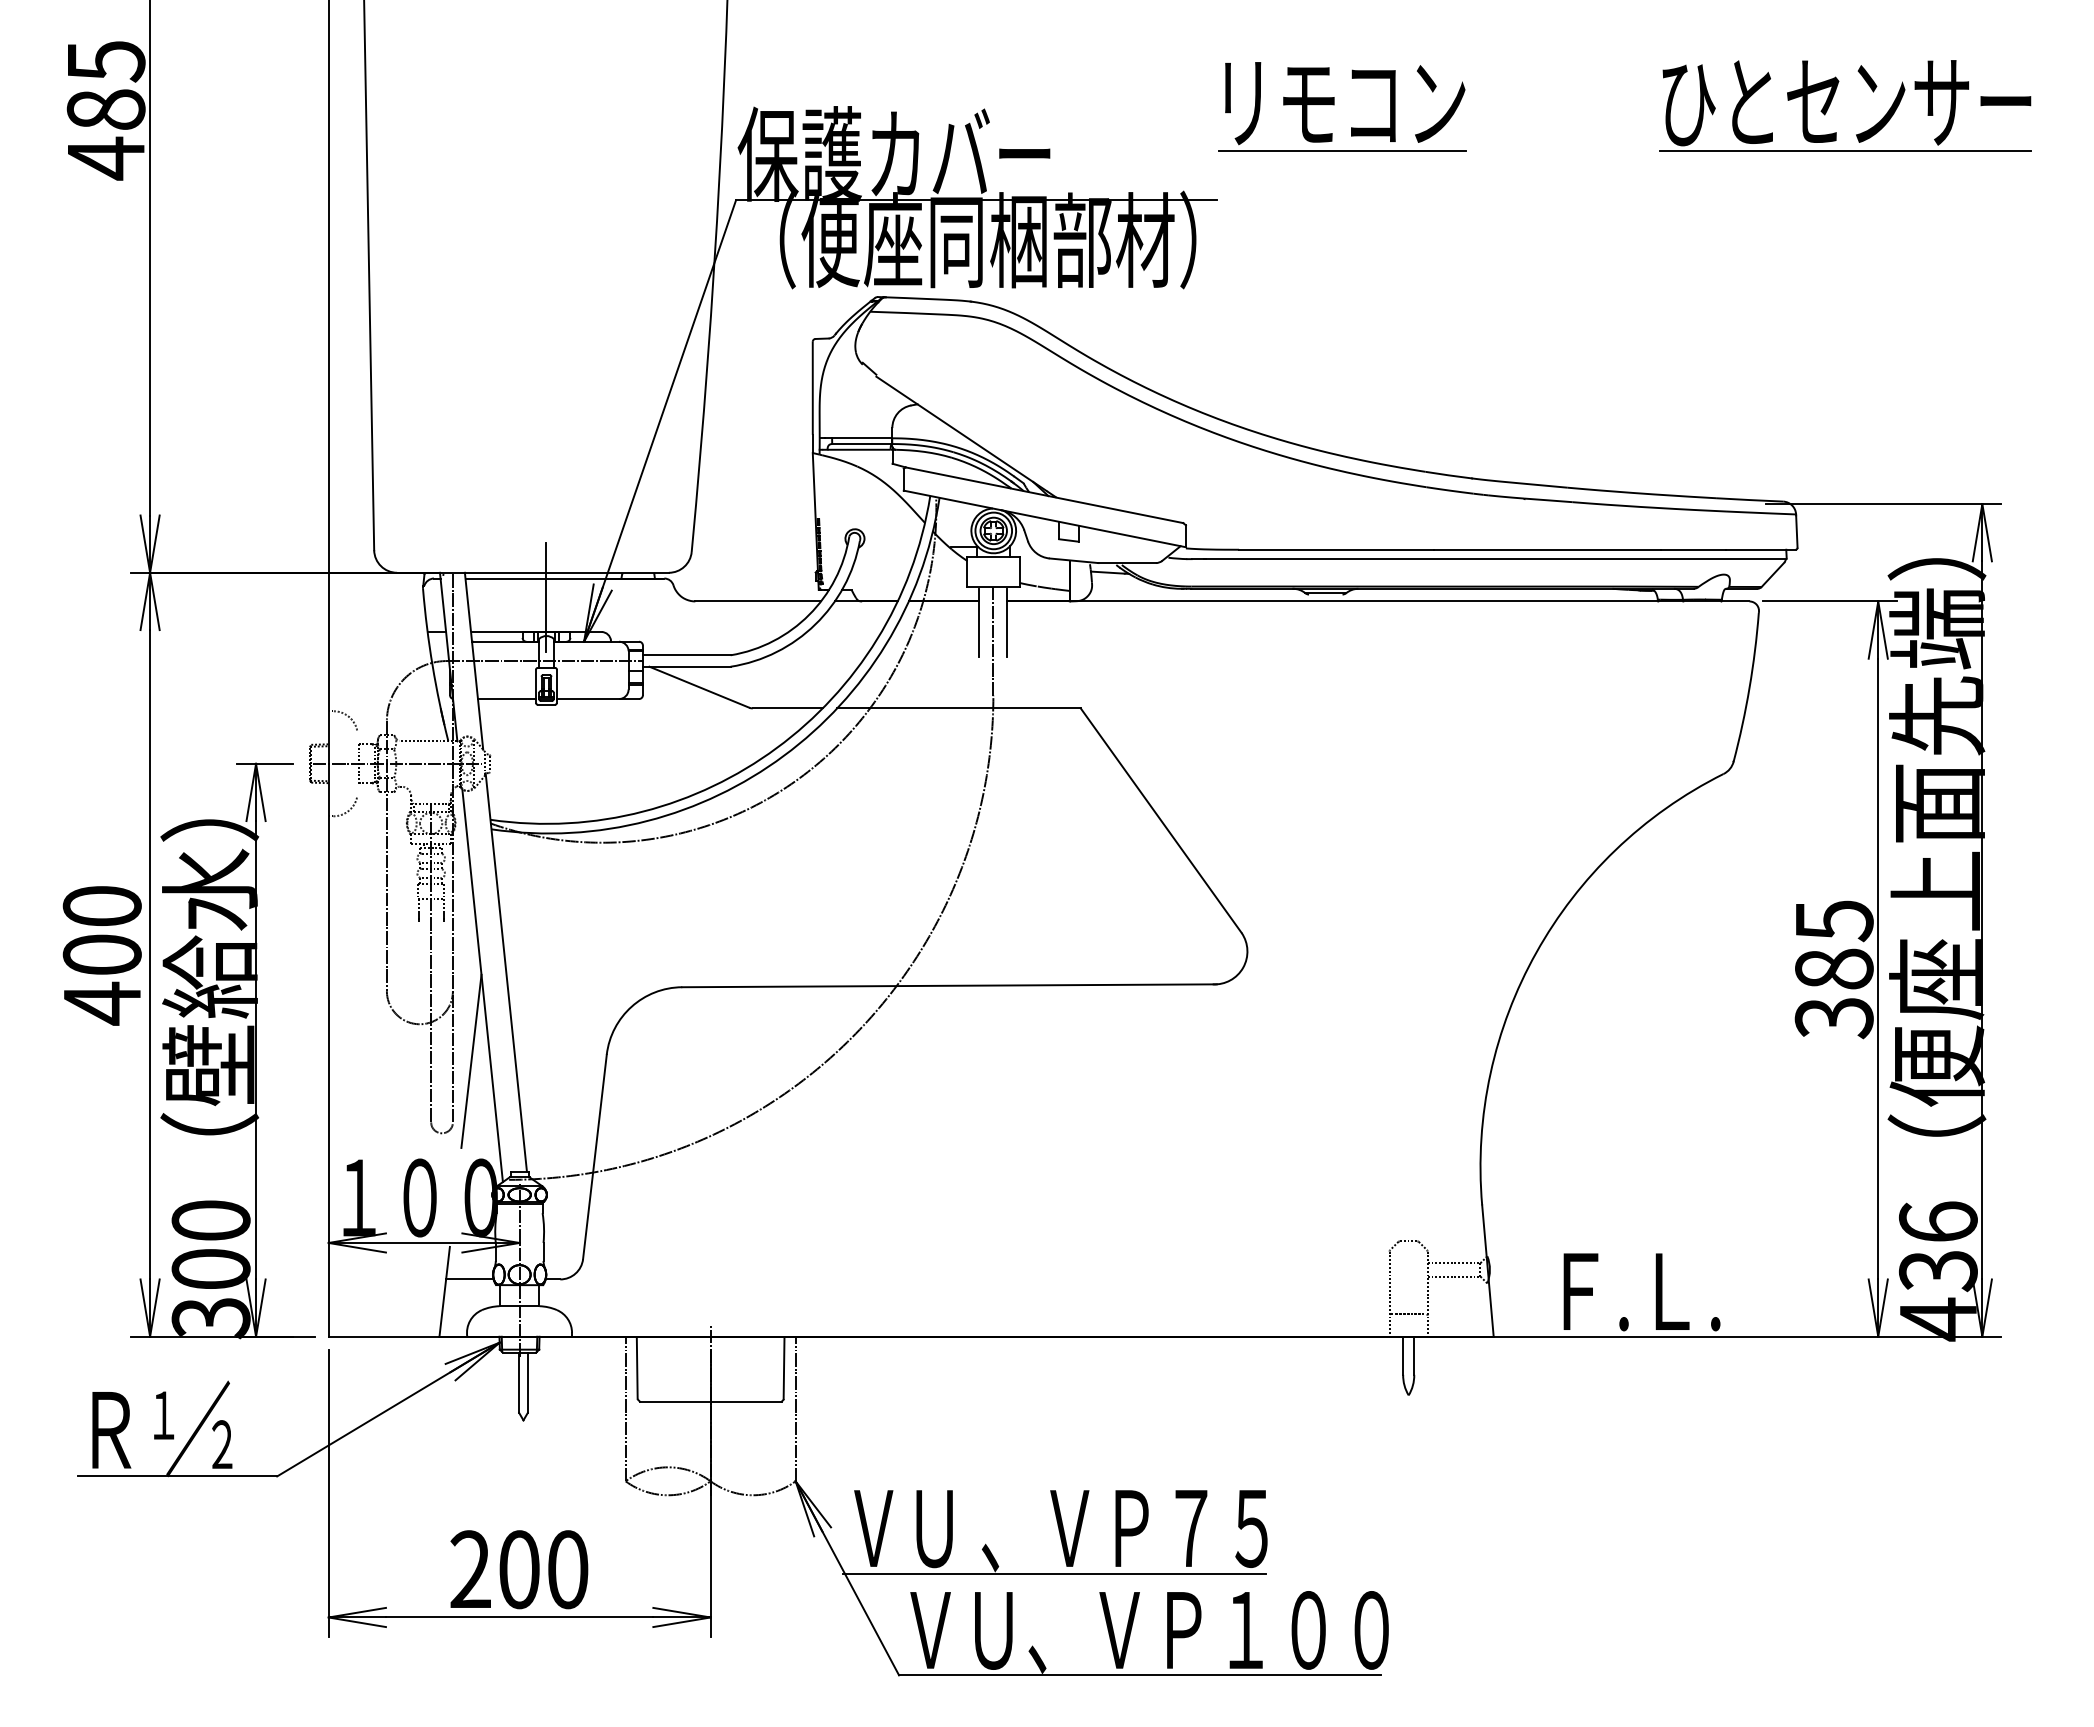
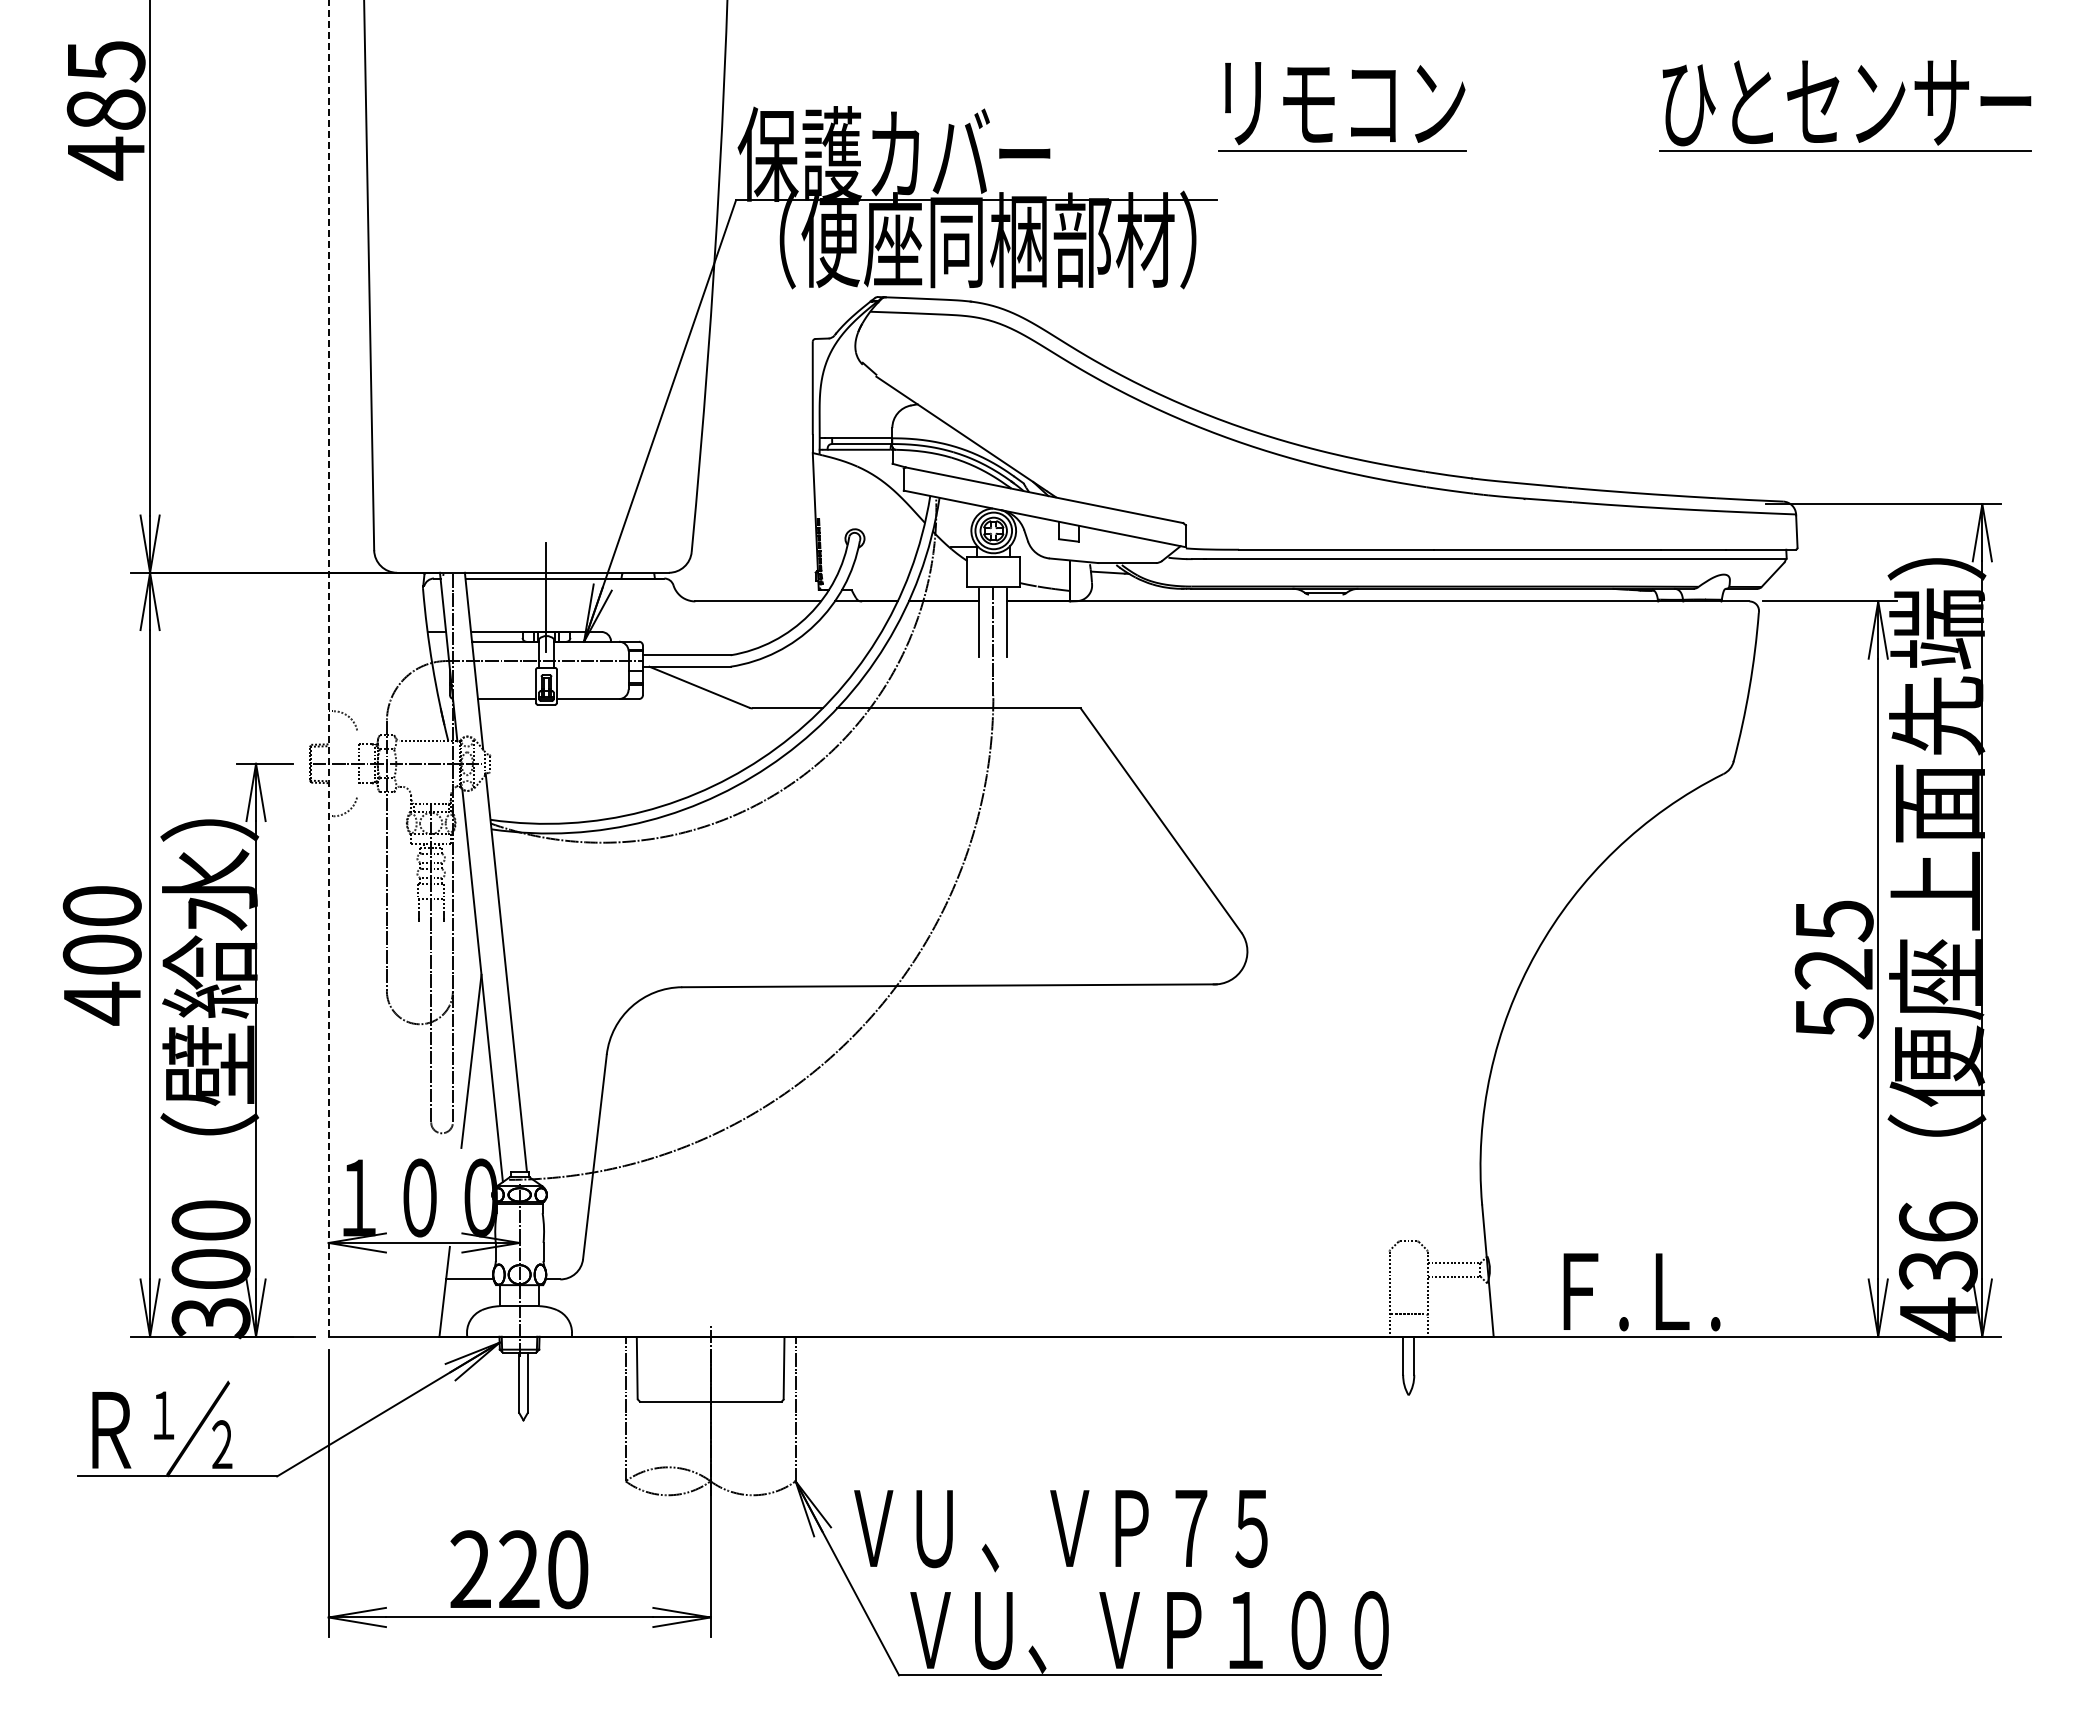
line at (328, 668): solid -> dashed
text at (1833, 993): 385 -> 525
text at (519, 1569): 200 -> 220
line at (1054, 1573): present -> none
